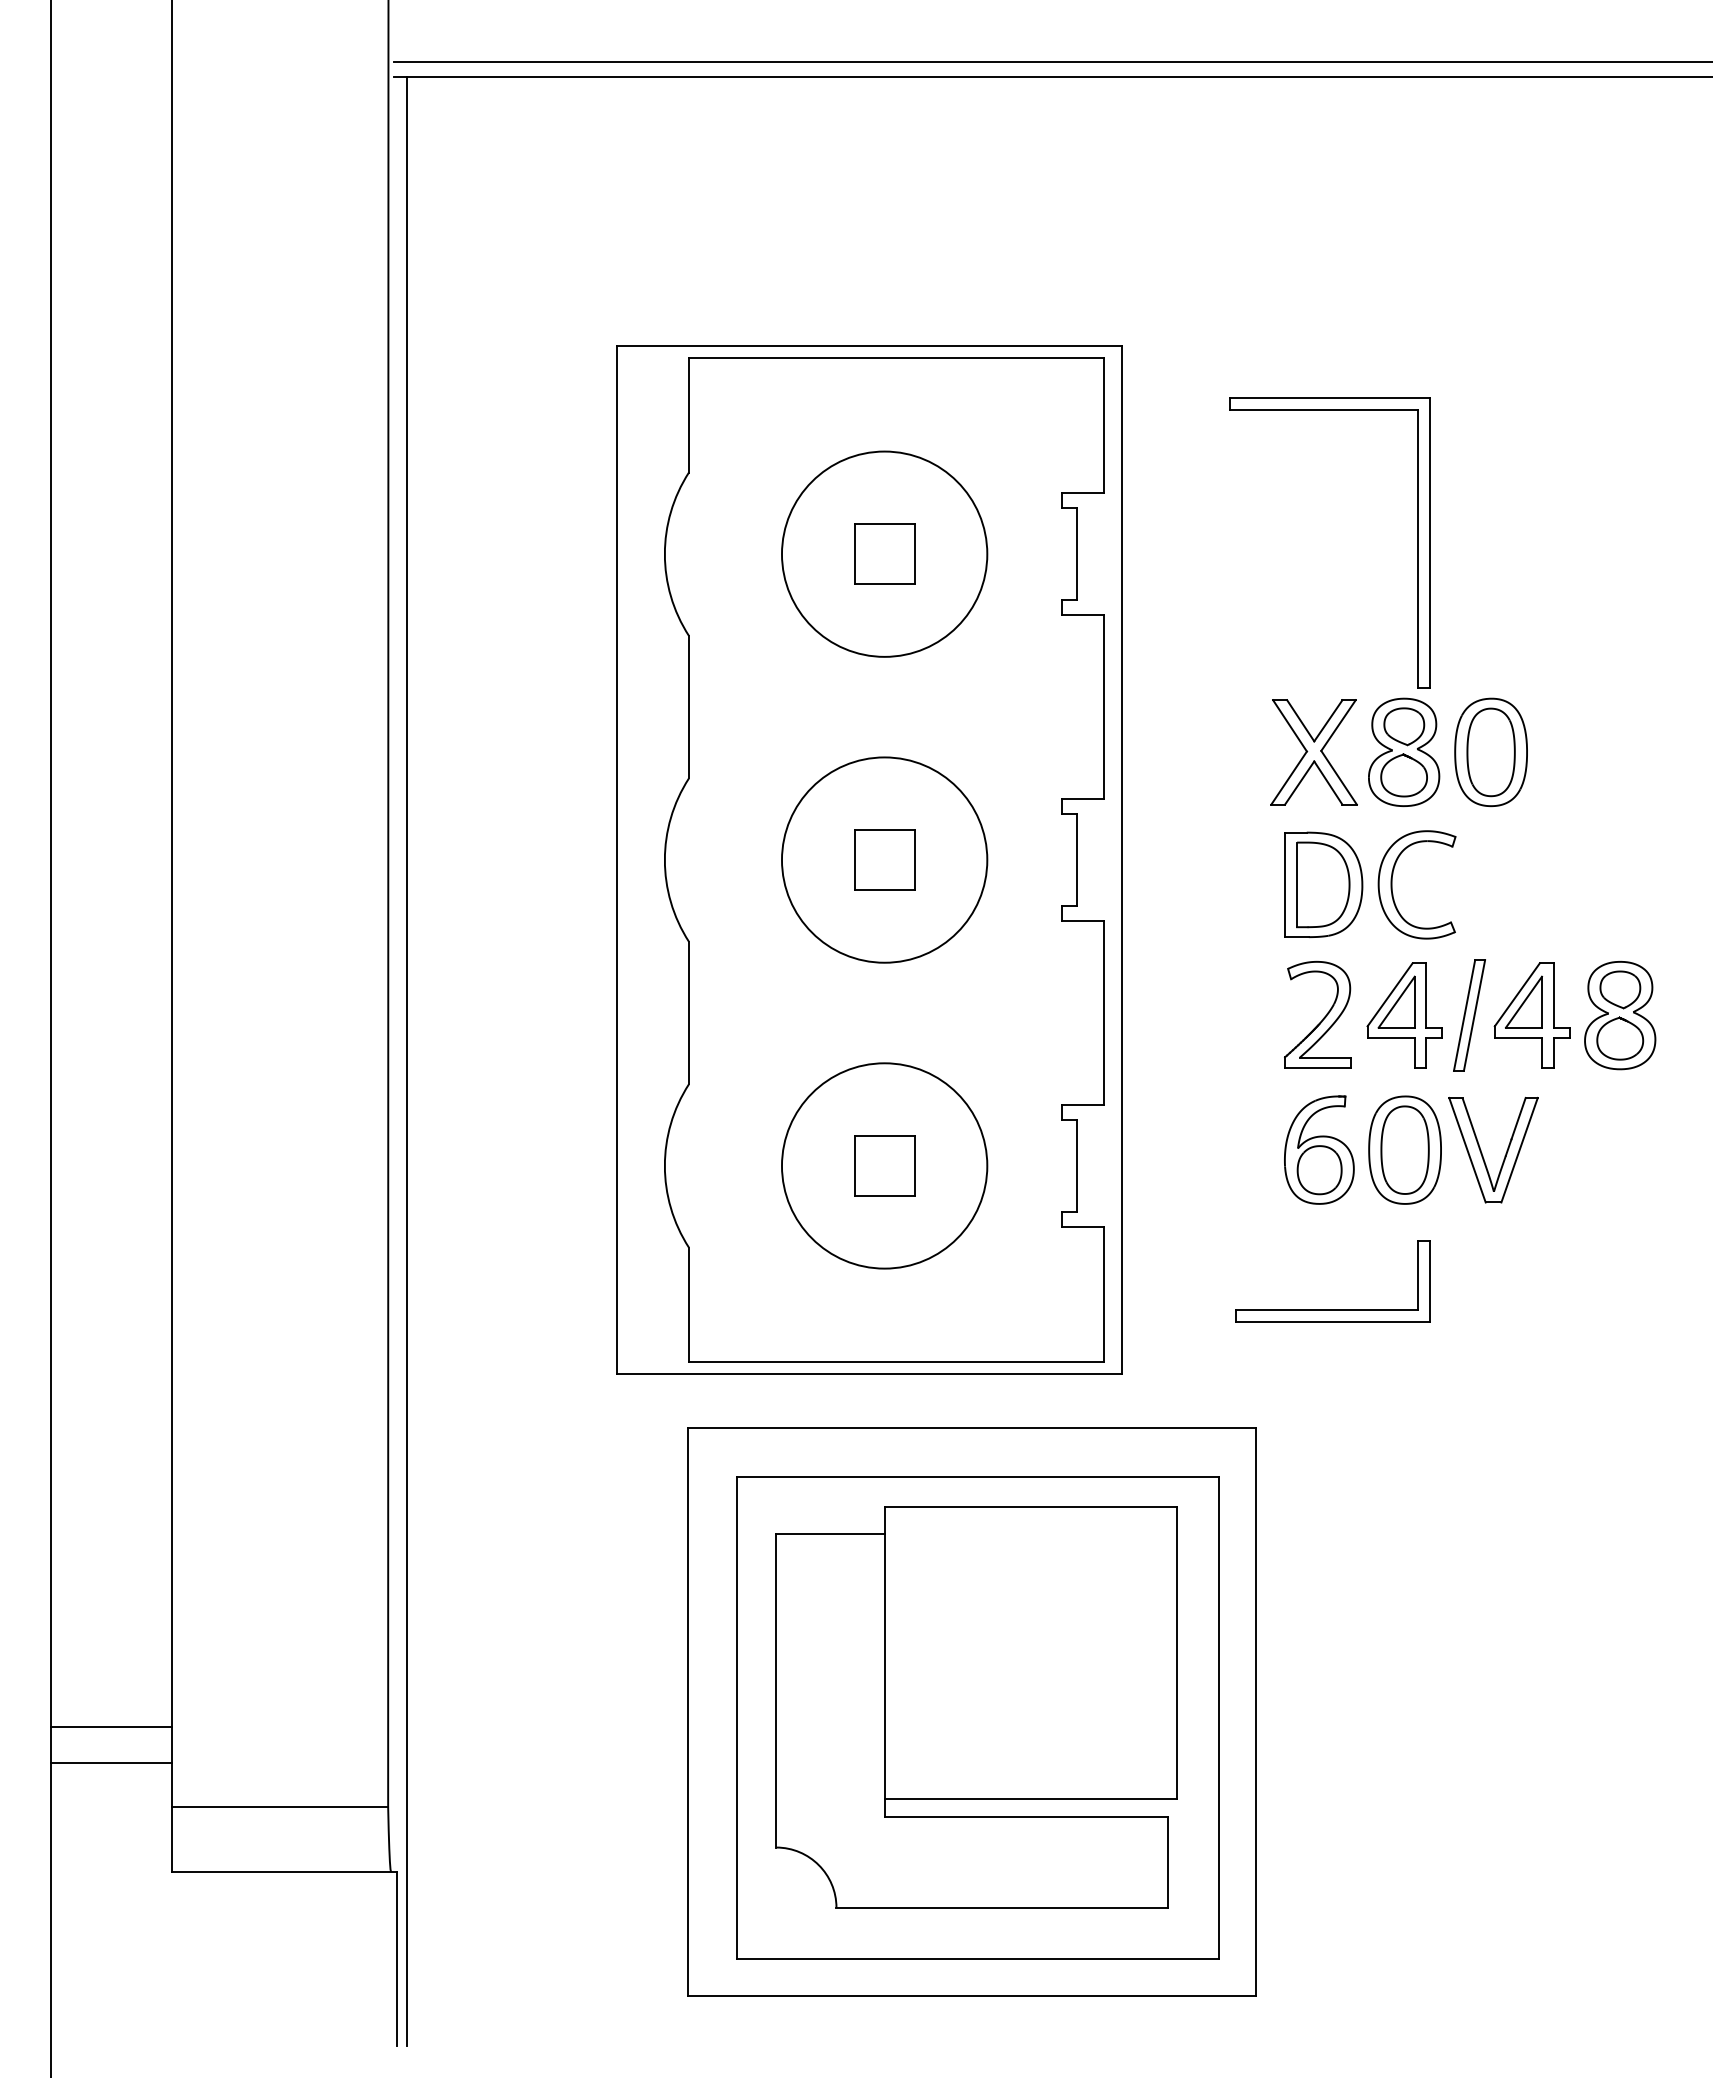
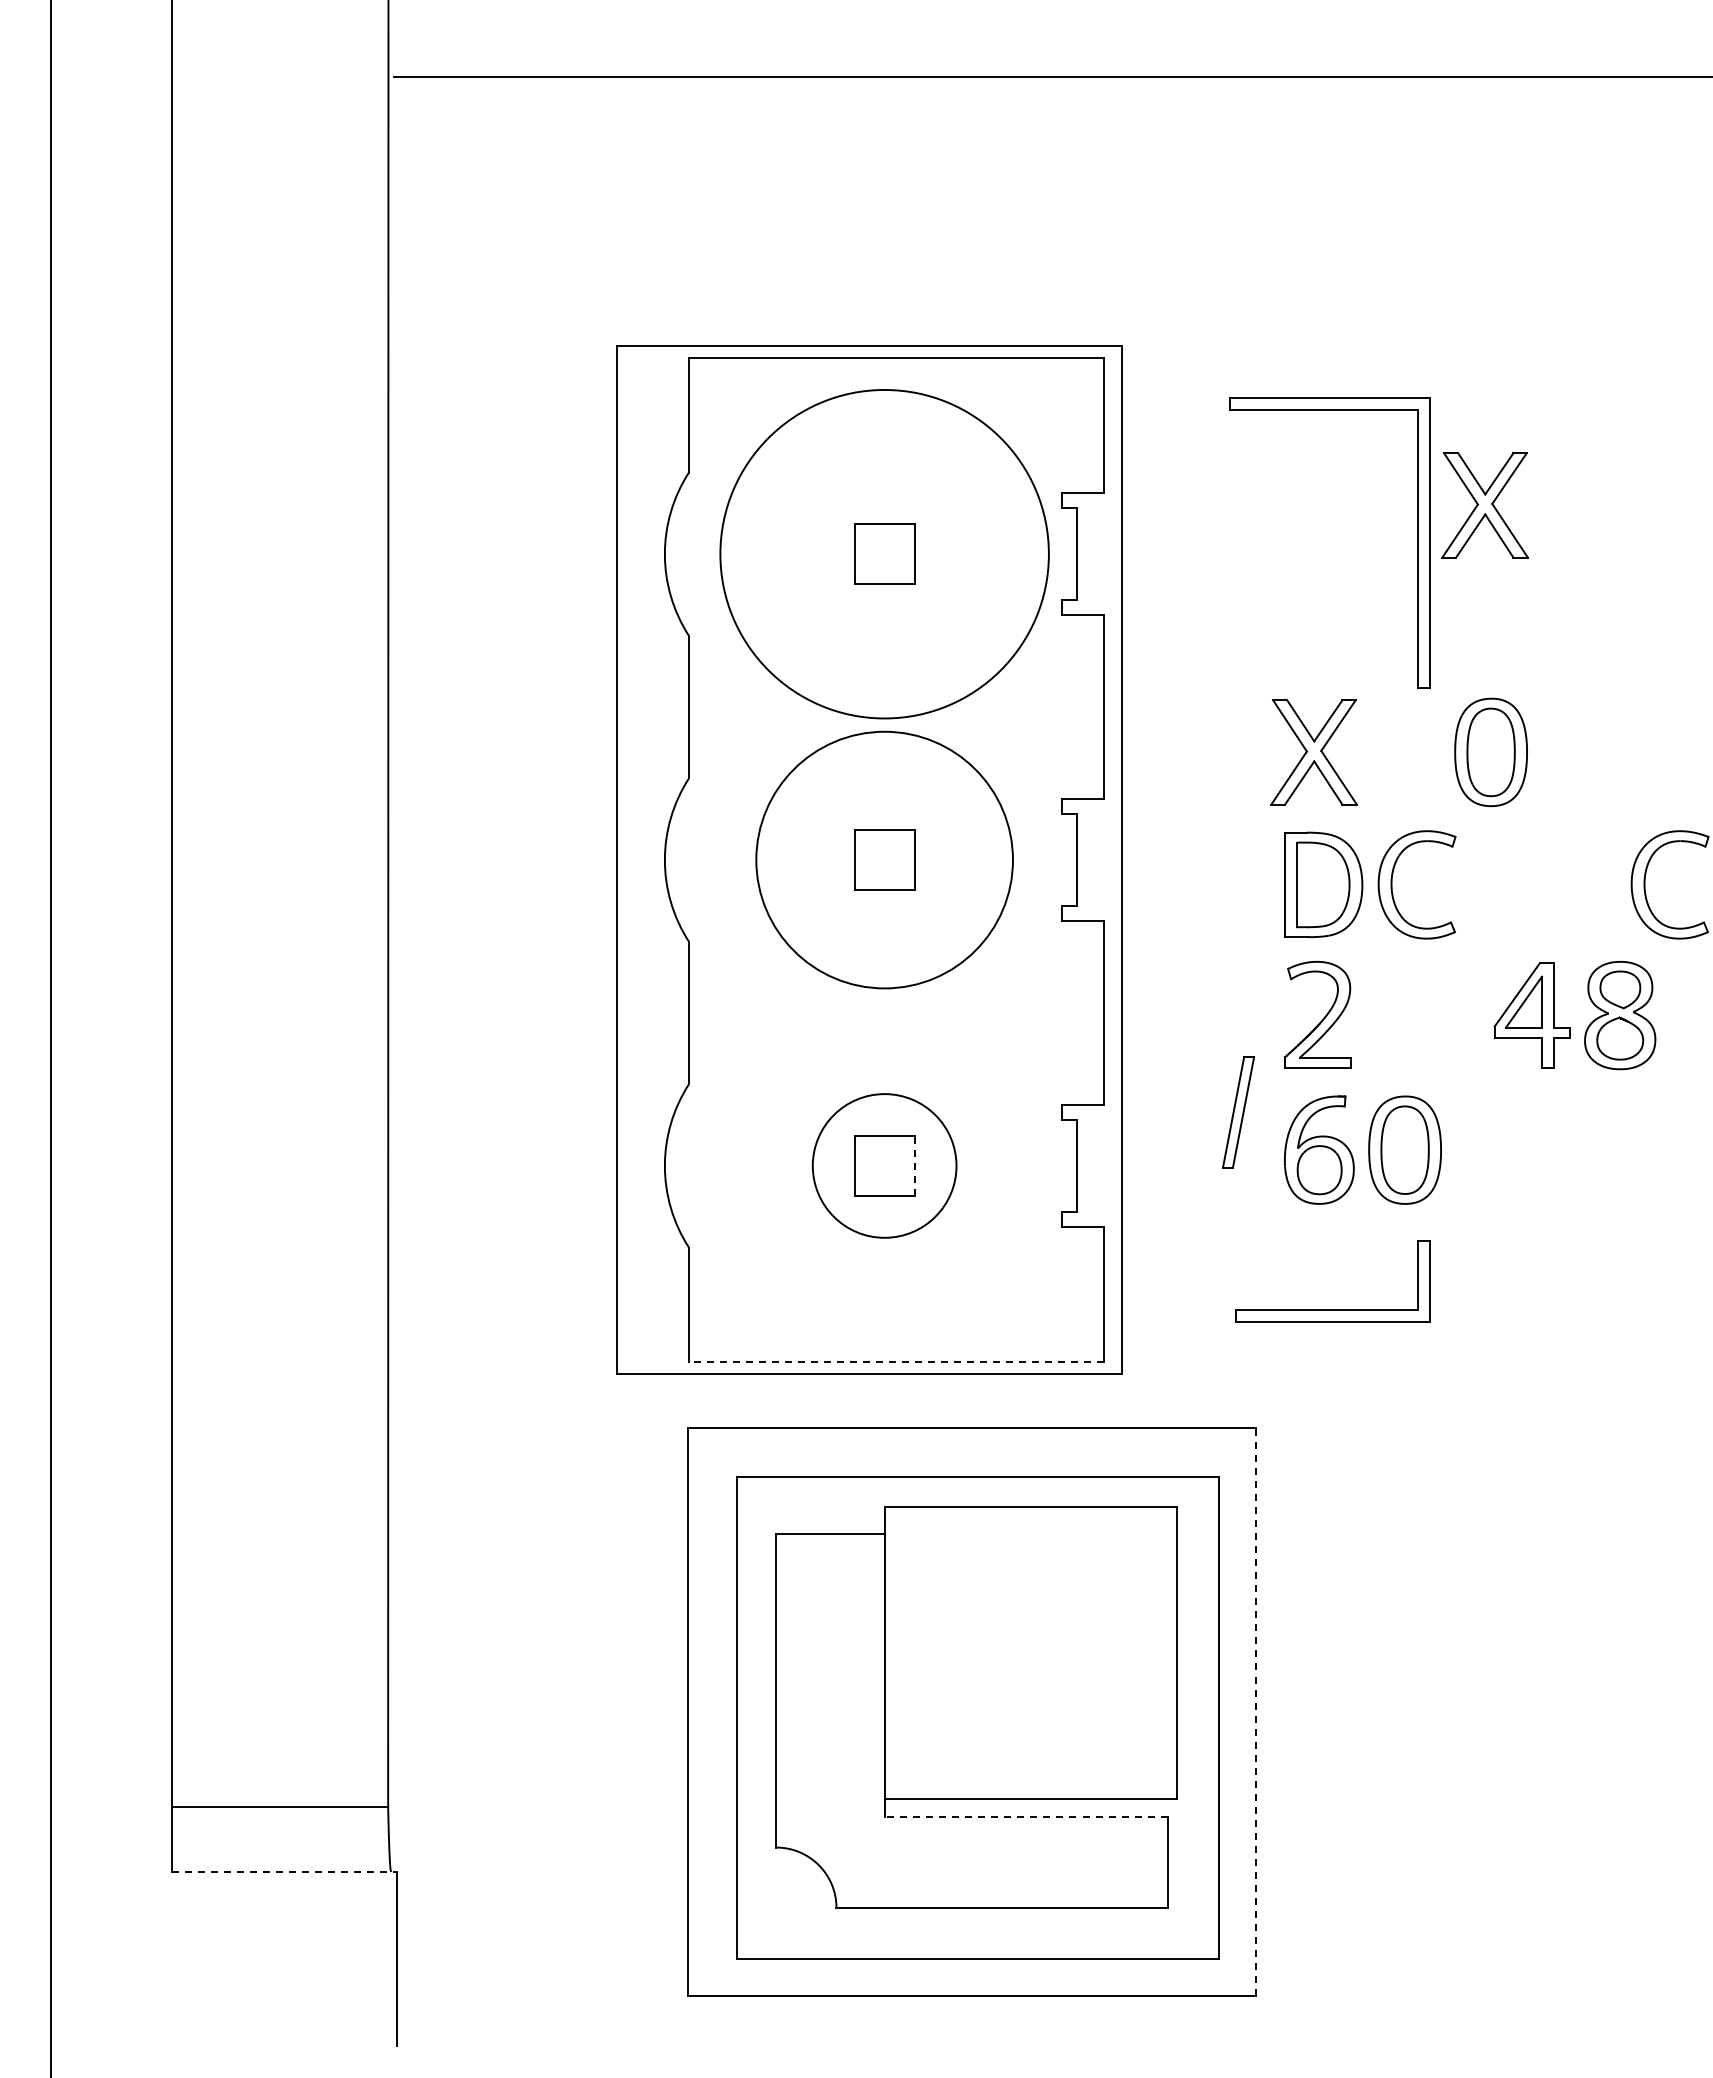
line at (1051, 62): present -> none
part at (1484, 505): none -> present
circle at (884, 553) diameter: 205 px -> 329 px
part at (1404, 751): present -> none
circle at (884, 859) diameter: 205 px -> 257 px
part at (1645, 884): none -> present
part at (1404, 1015): present -> none
part at (1469, 1015) position: (1469, 1015) -> (1238, 1112)
line at (406, 1061): present -> none
part at (1482, 1152): present -> none
circle at (884, 1165) diameter: 205 px -> 144 px
line at (914, 1165): solid -> dashed
line at (896, 1362): solid -> dashed
line at (1255, 1712): solid -> dashed
line at (111, 1727): present -> none
line at (111, 1763): present -> none
line at (1025, 1817): solid -> dashed
line at (284, 1872): solid -> dashed
